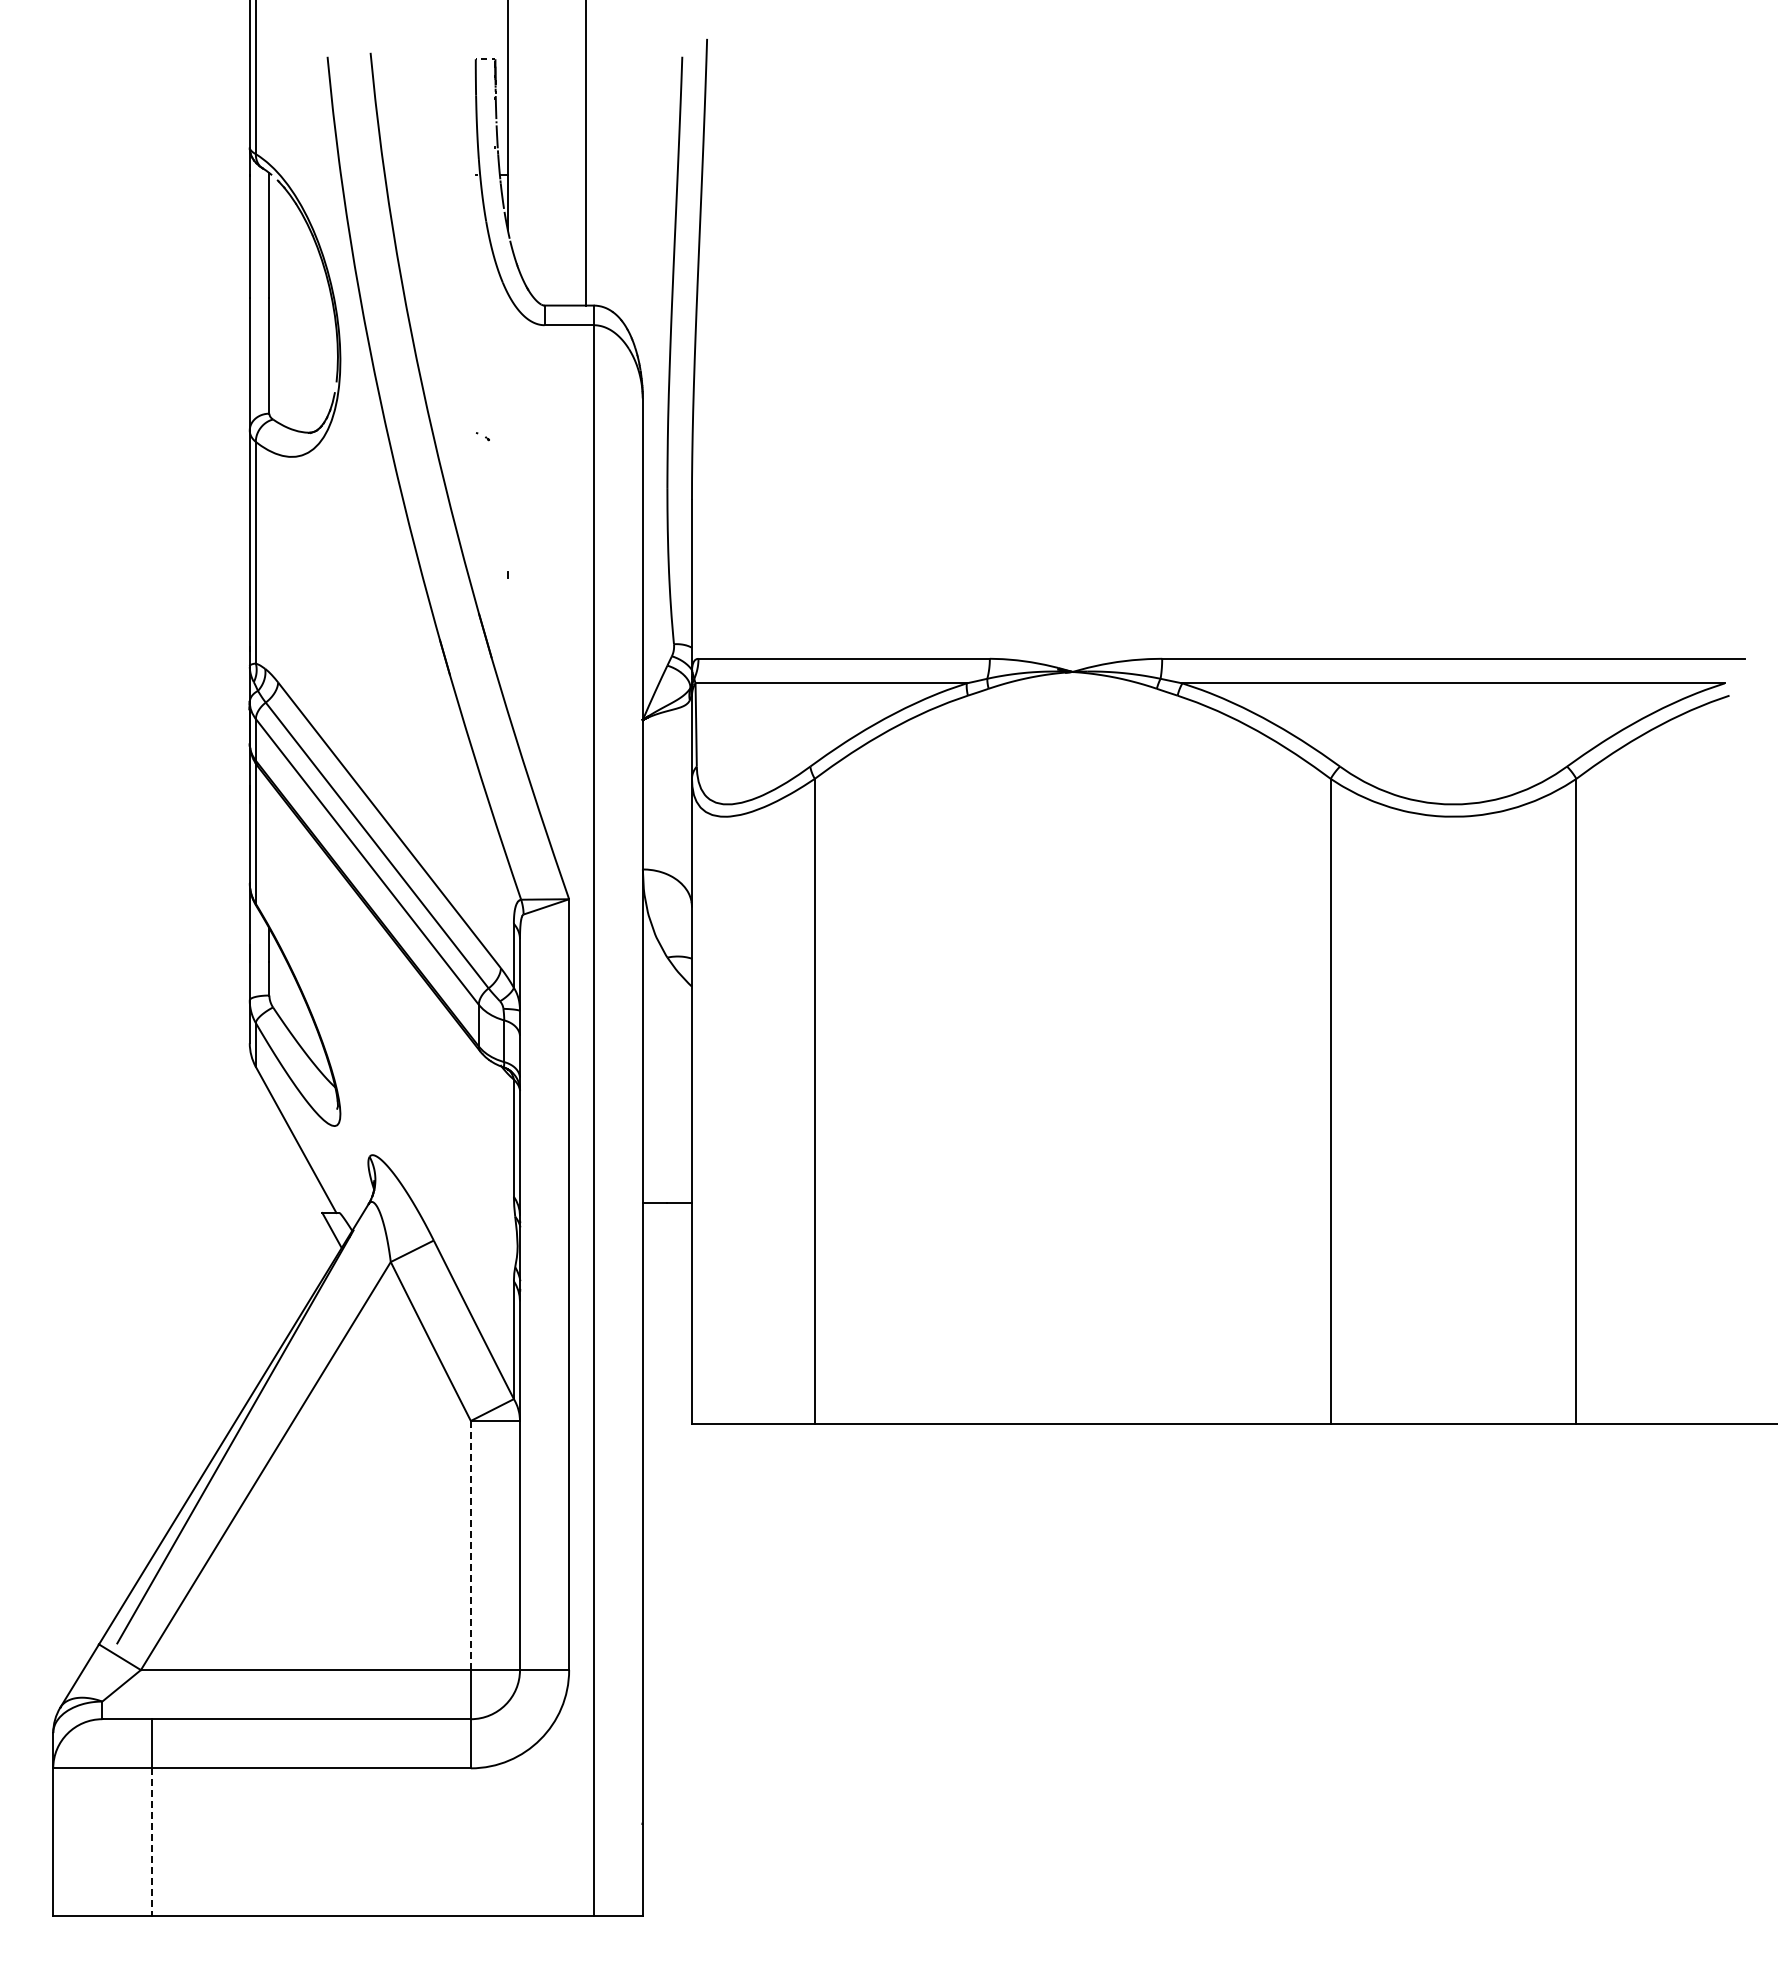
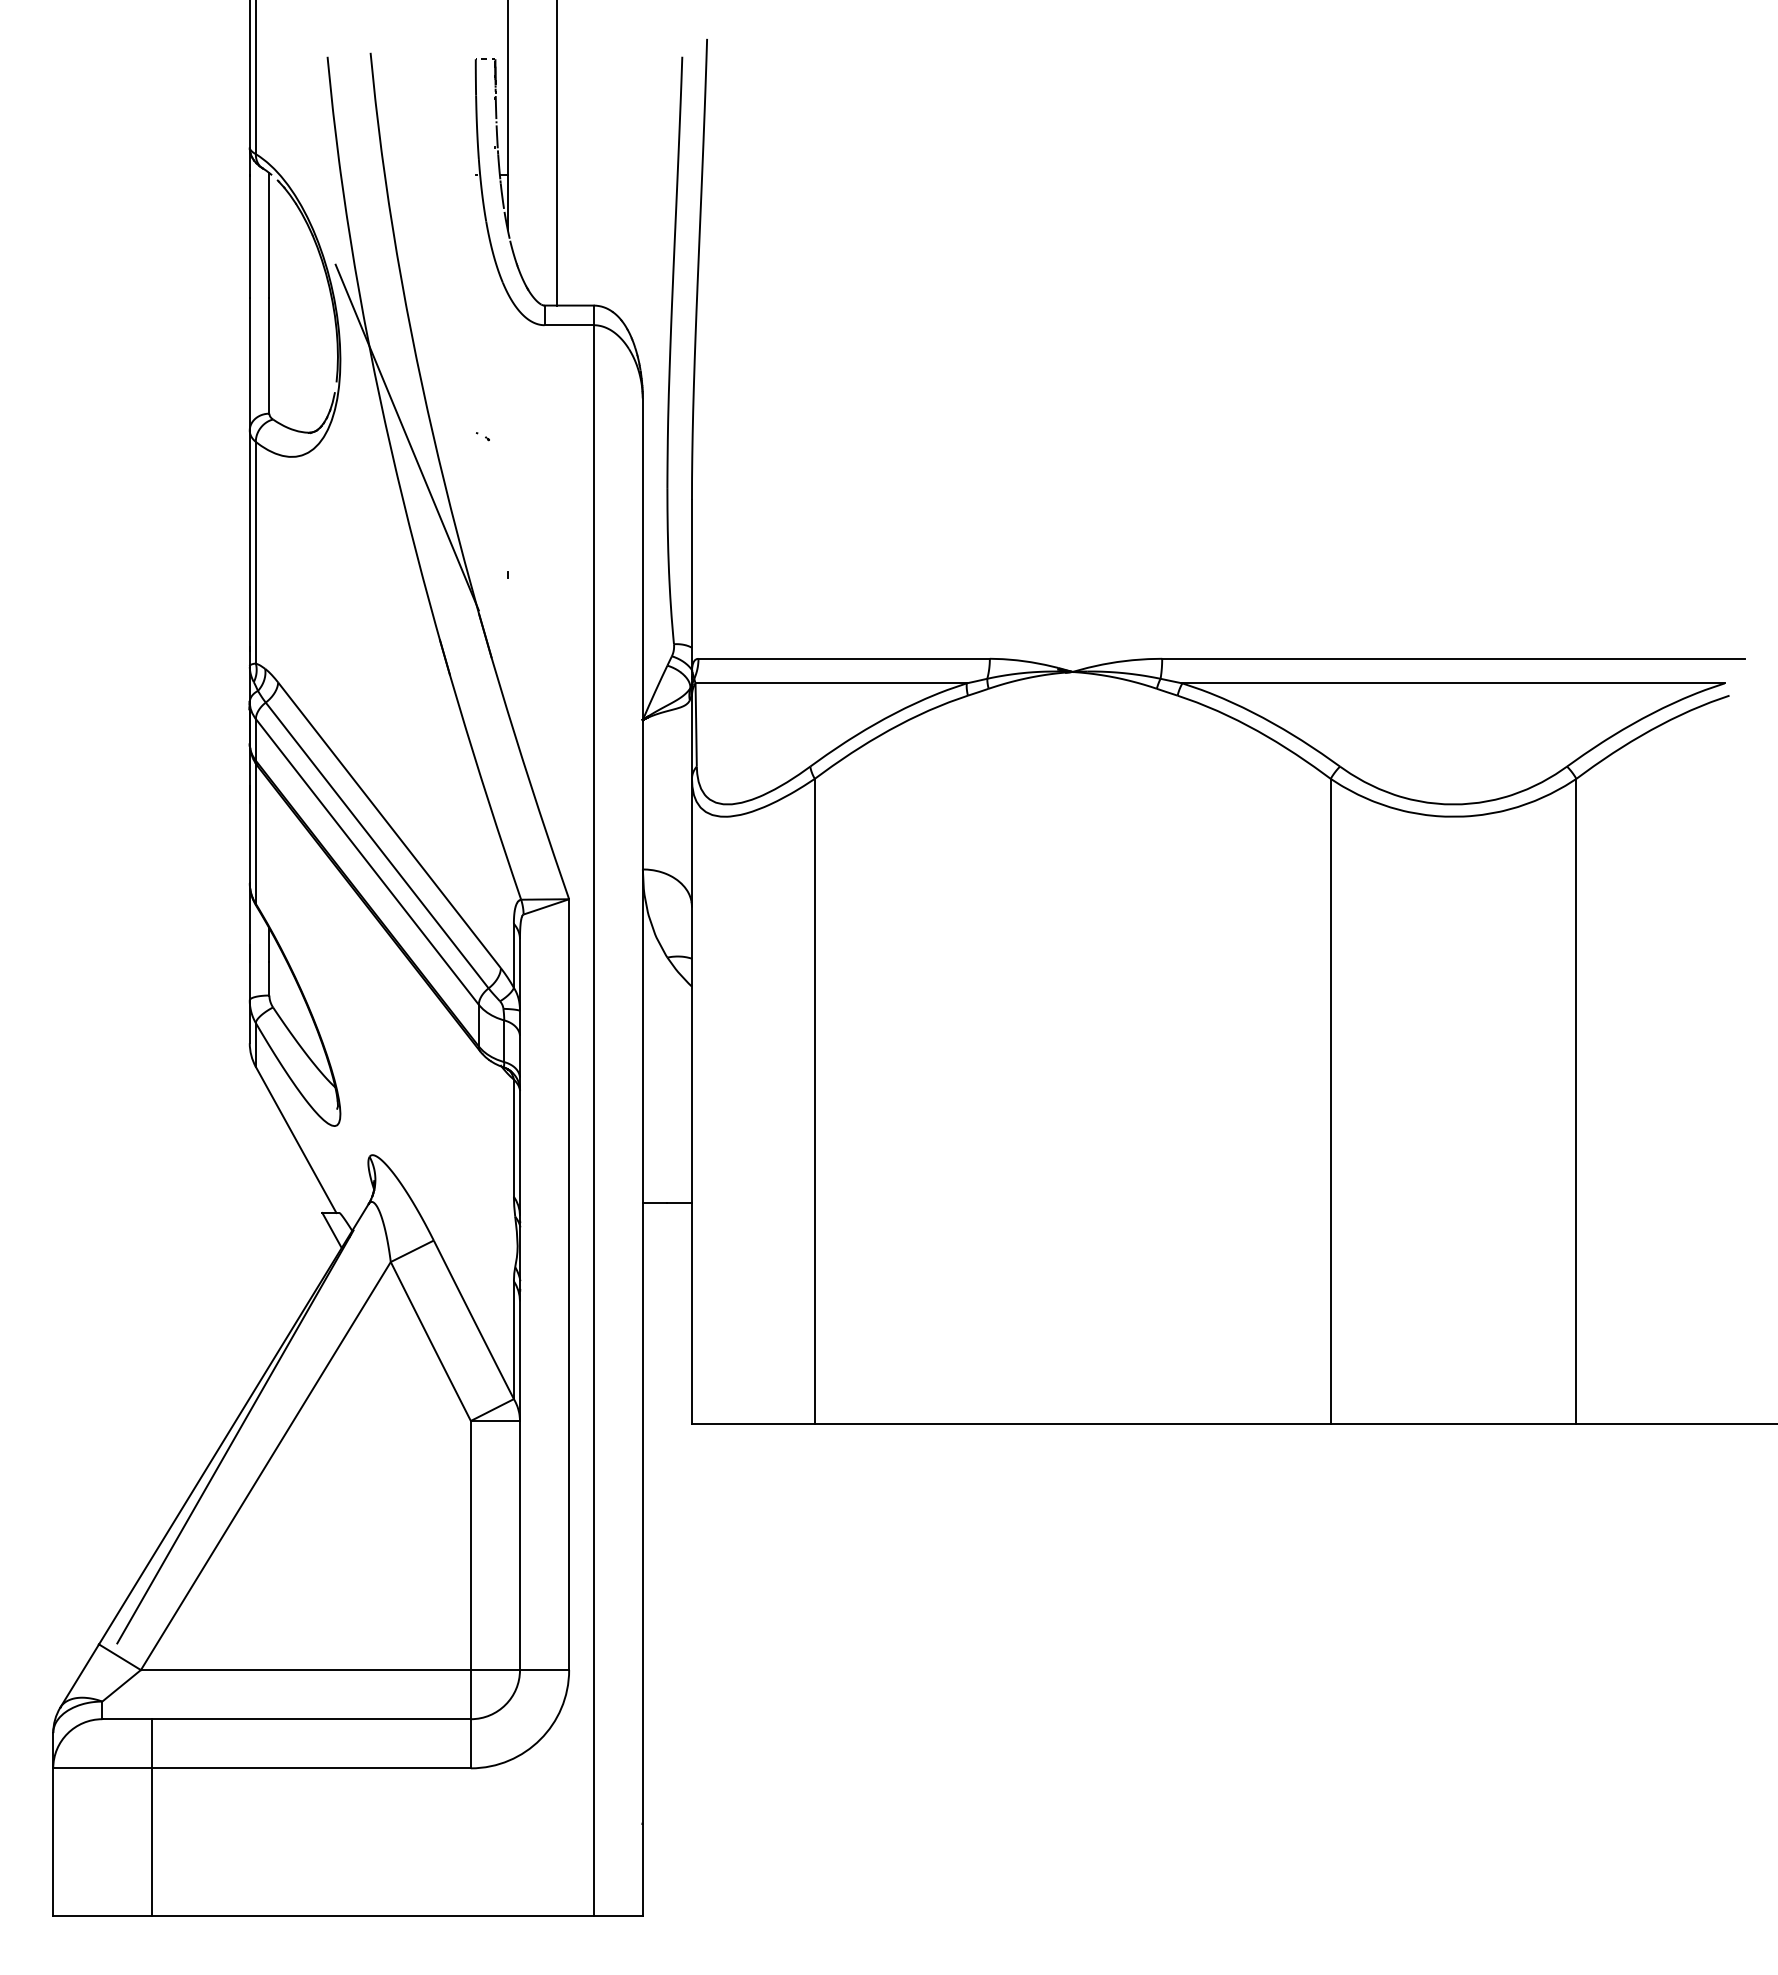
line at (585, 153) position: (585, 153) -> (556, 153)
line at (406, 437): none -> present
line at (470, 1545): dashed -> solid
line at (151, 1842): dashed -> solid
